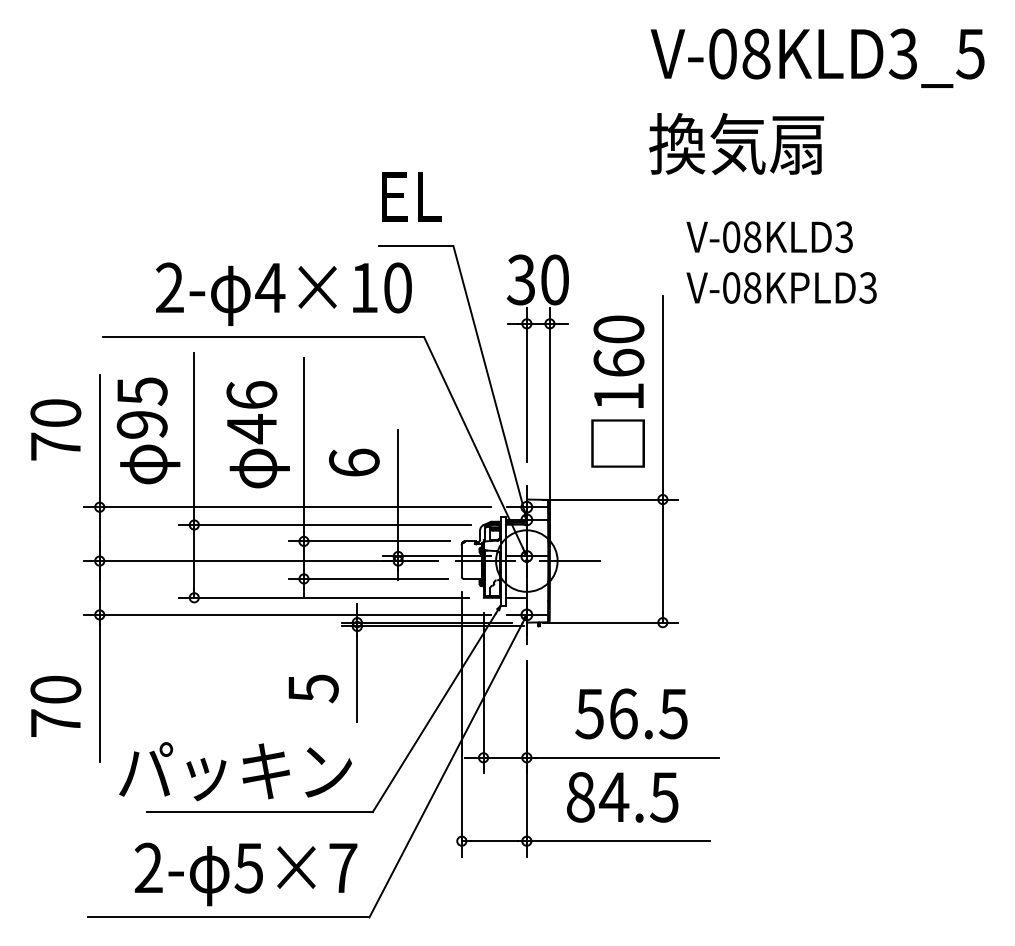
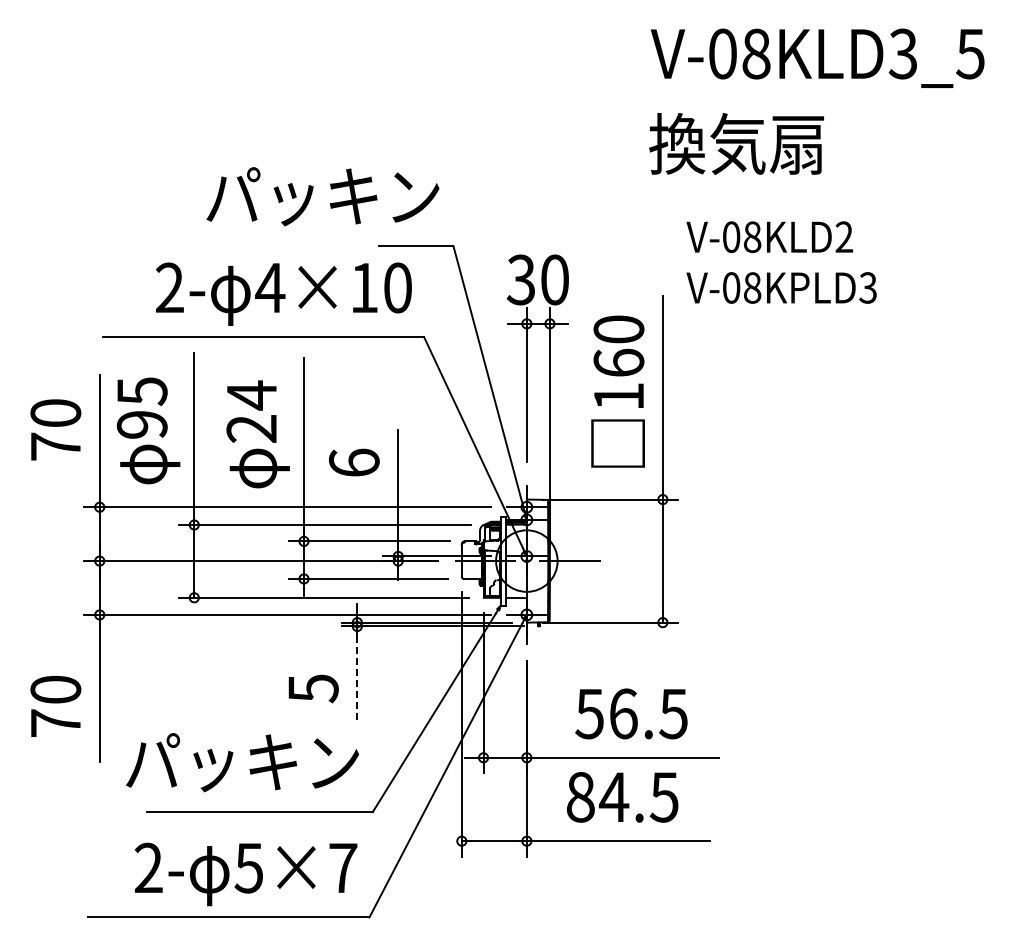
text at (323, 196): EL -> パッキン
text at (844, 237): V-08KLD3 -> V-08KLD2
text at (251, 412): 46 -> 24
line at (357, 679): solid -> dashed
text at (235, 771) position: (235, 771) -> (242, 762)
